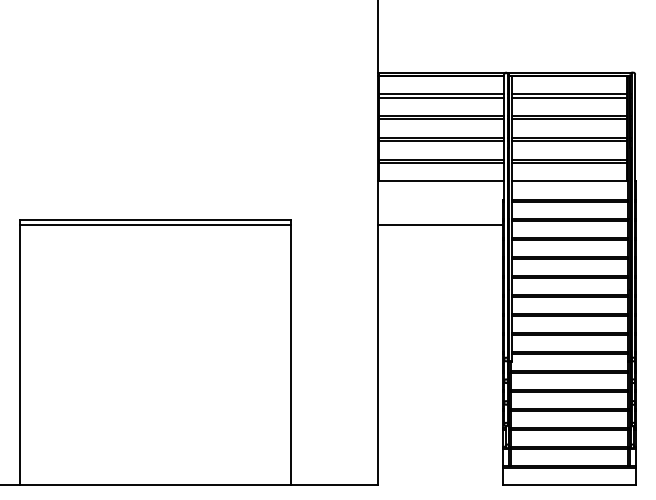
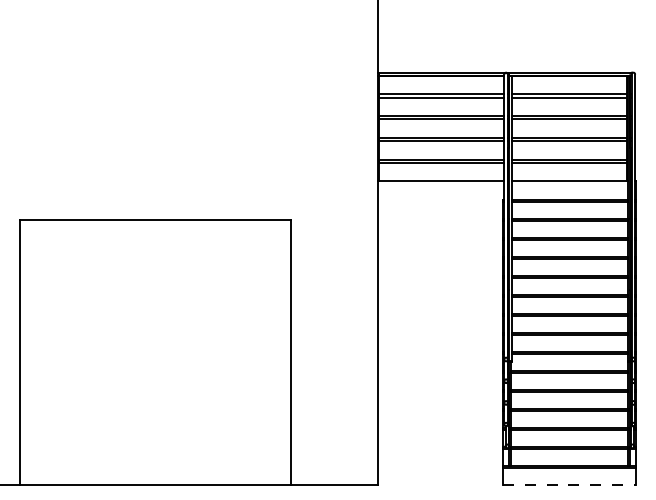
line at (155, 224): present -> none
line at (440, 224): present -> none
line at (570, 485): solid -> dashed
